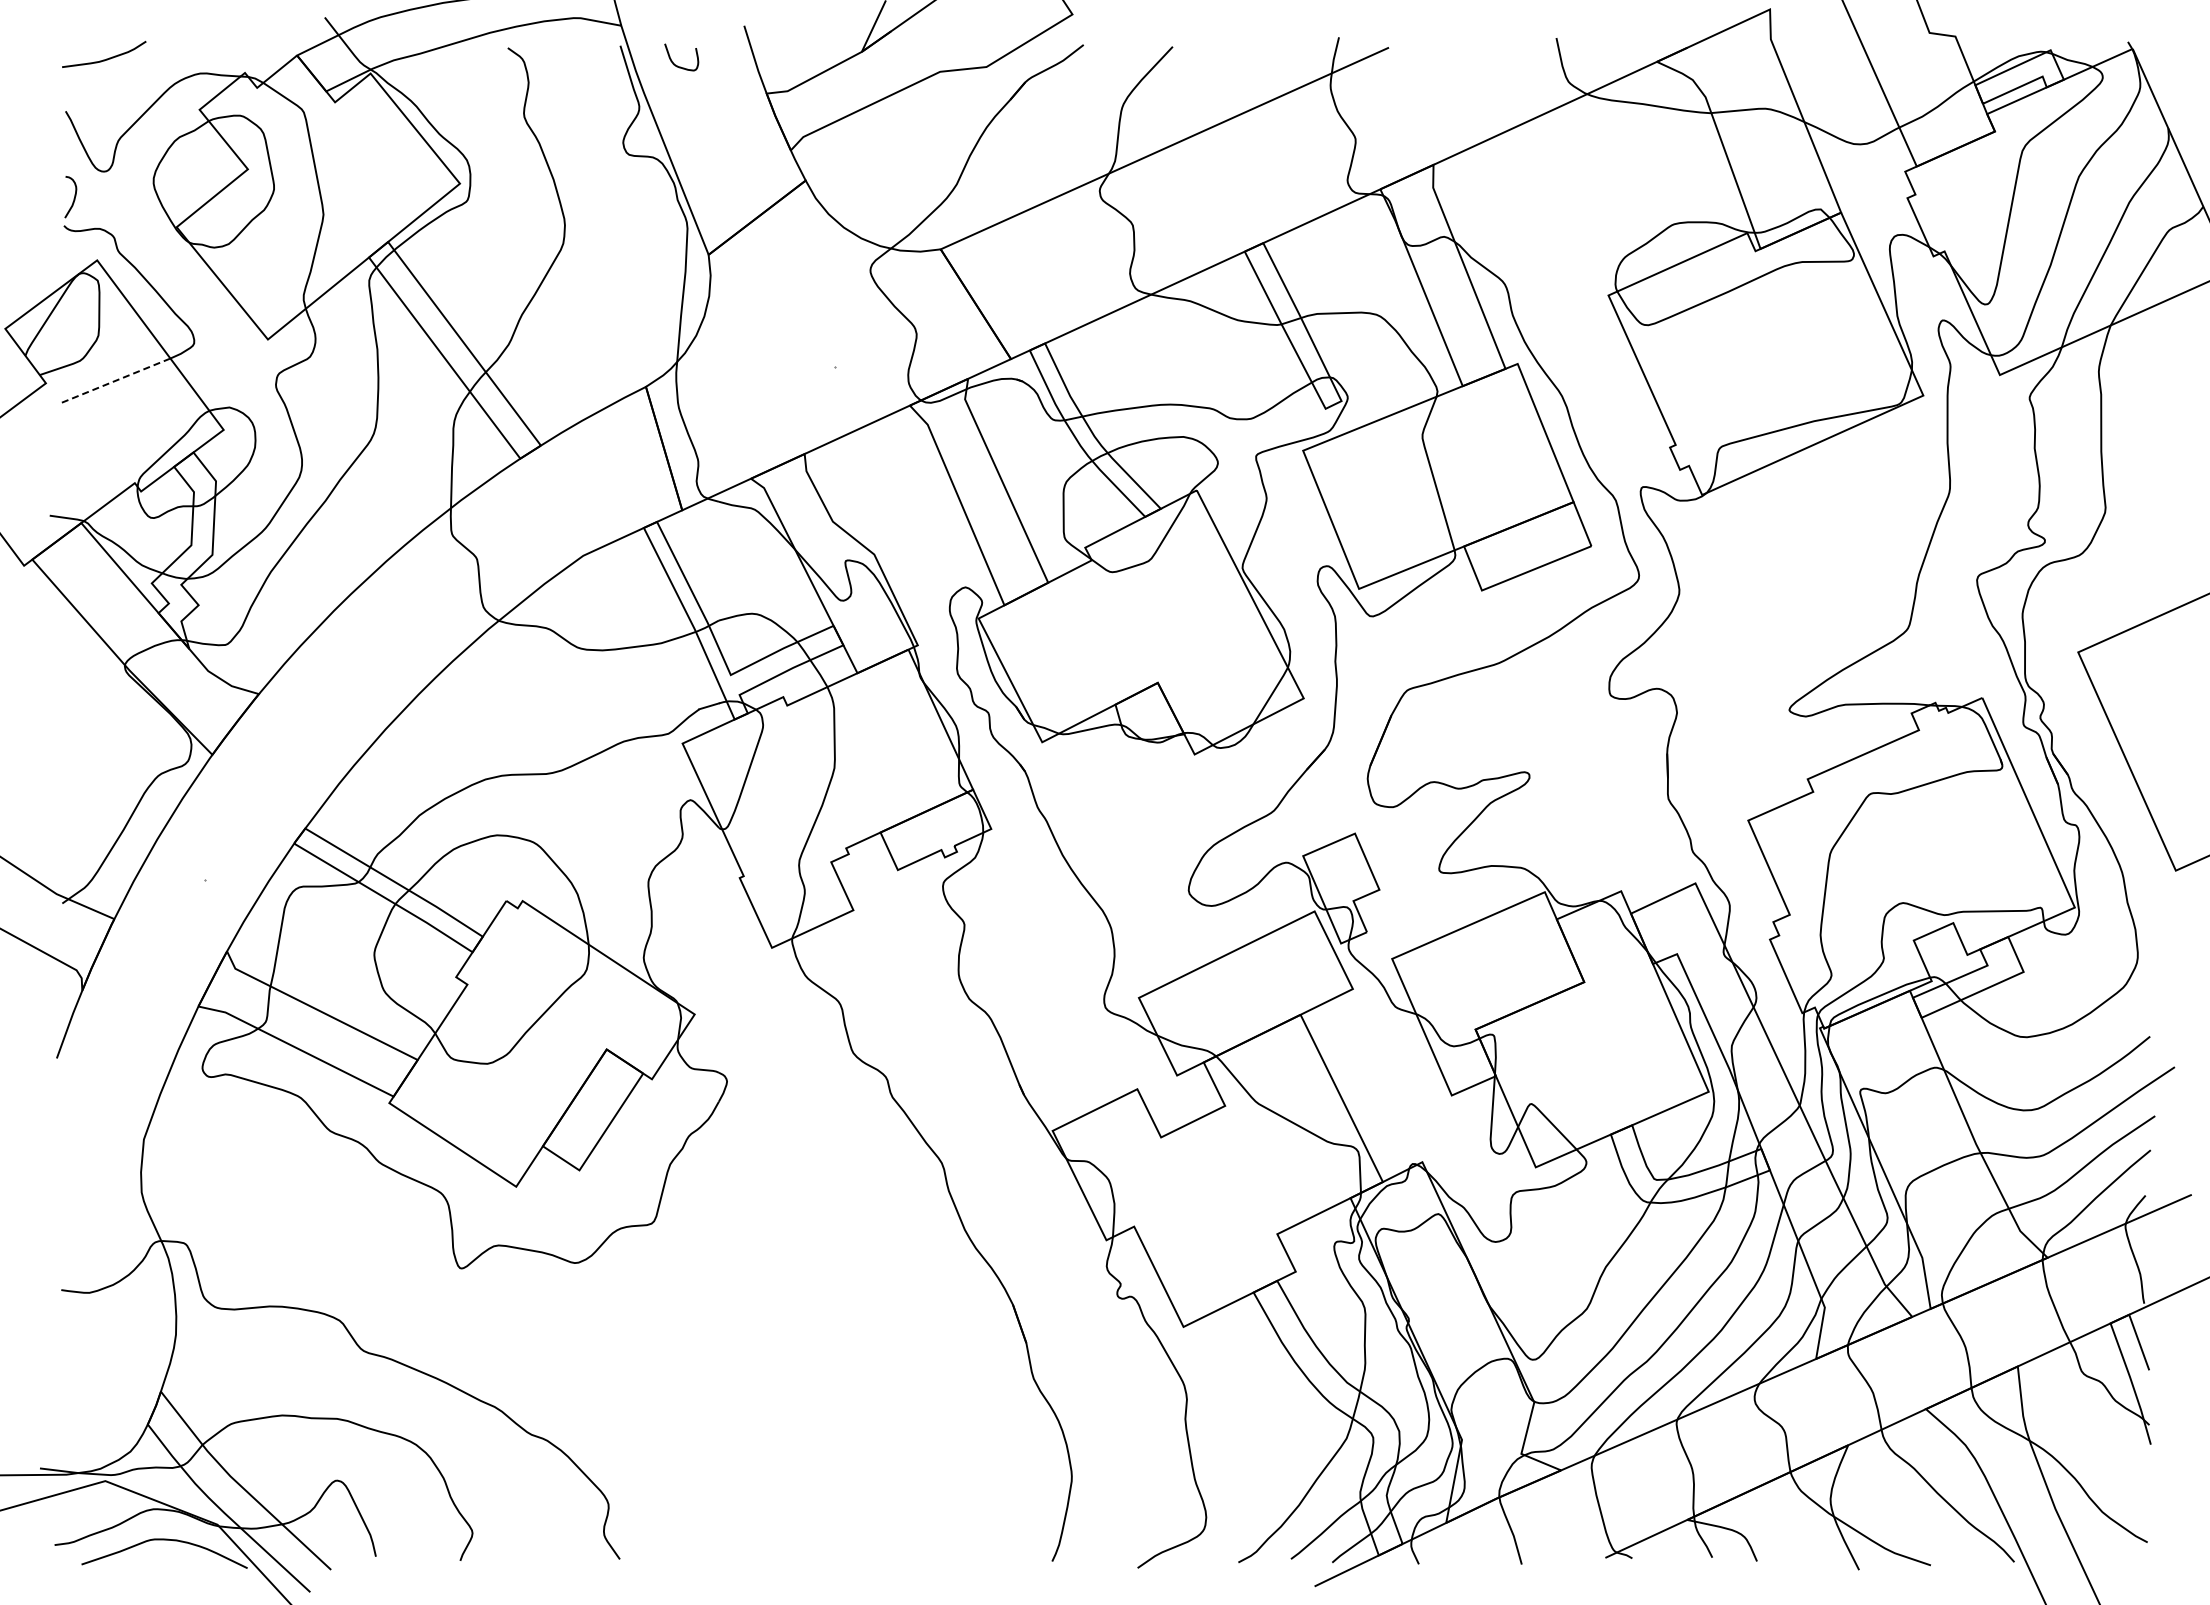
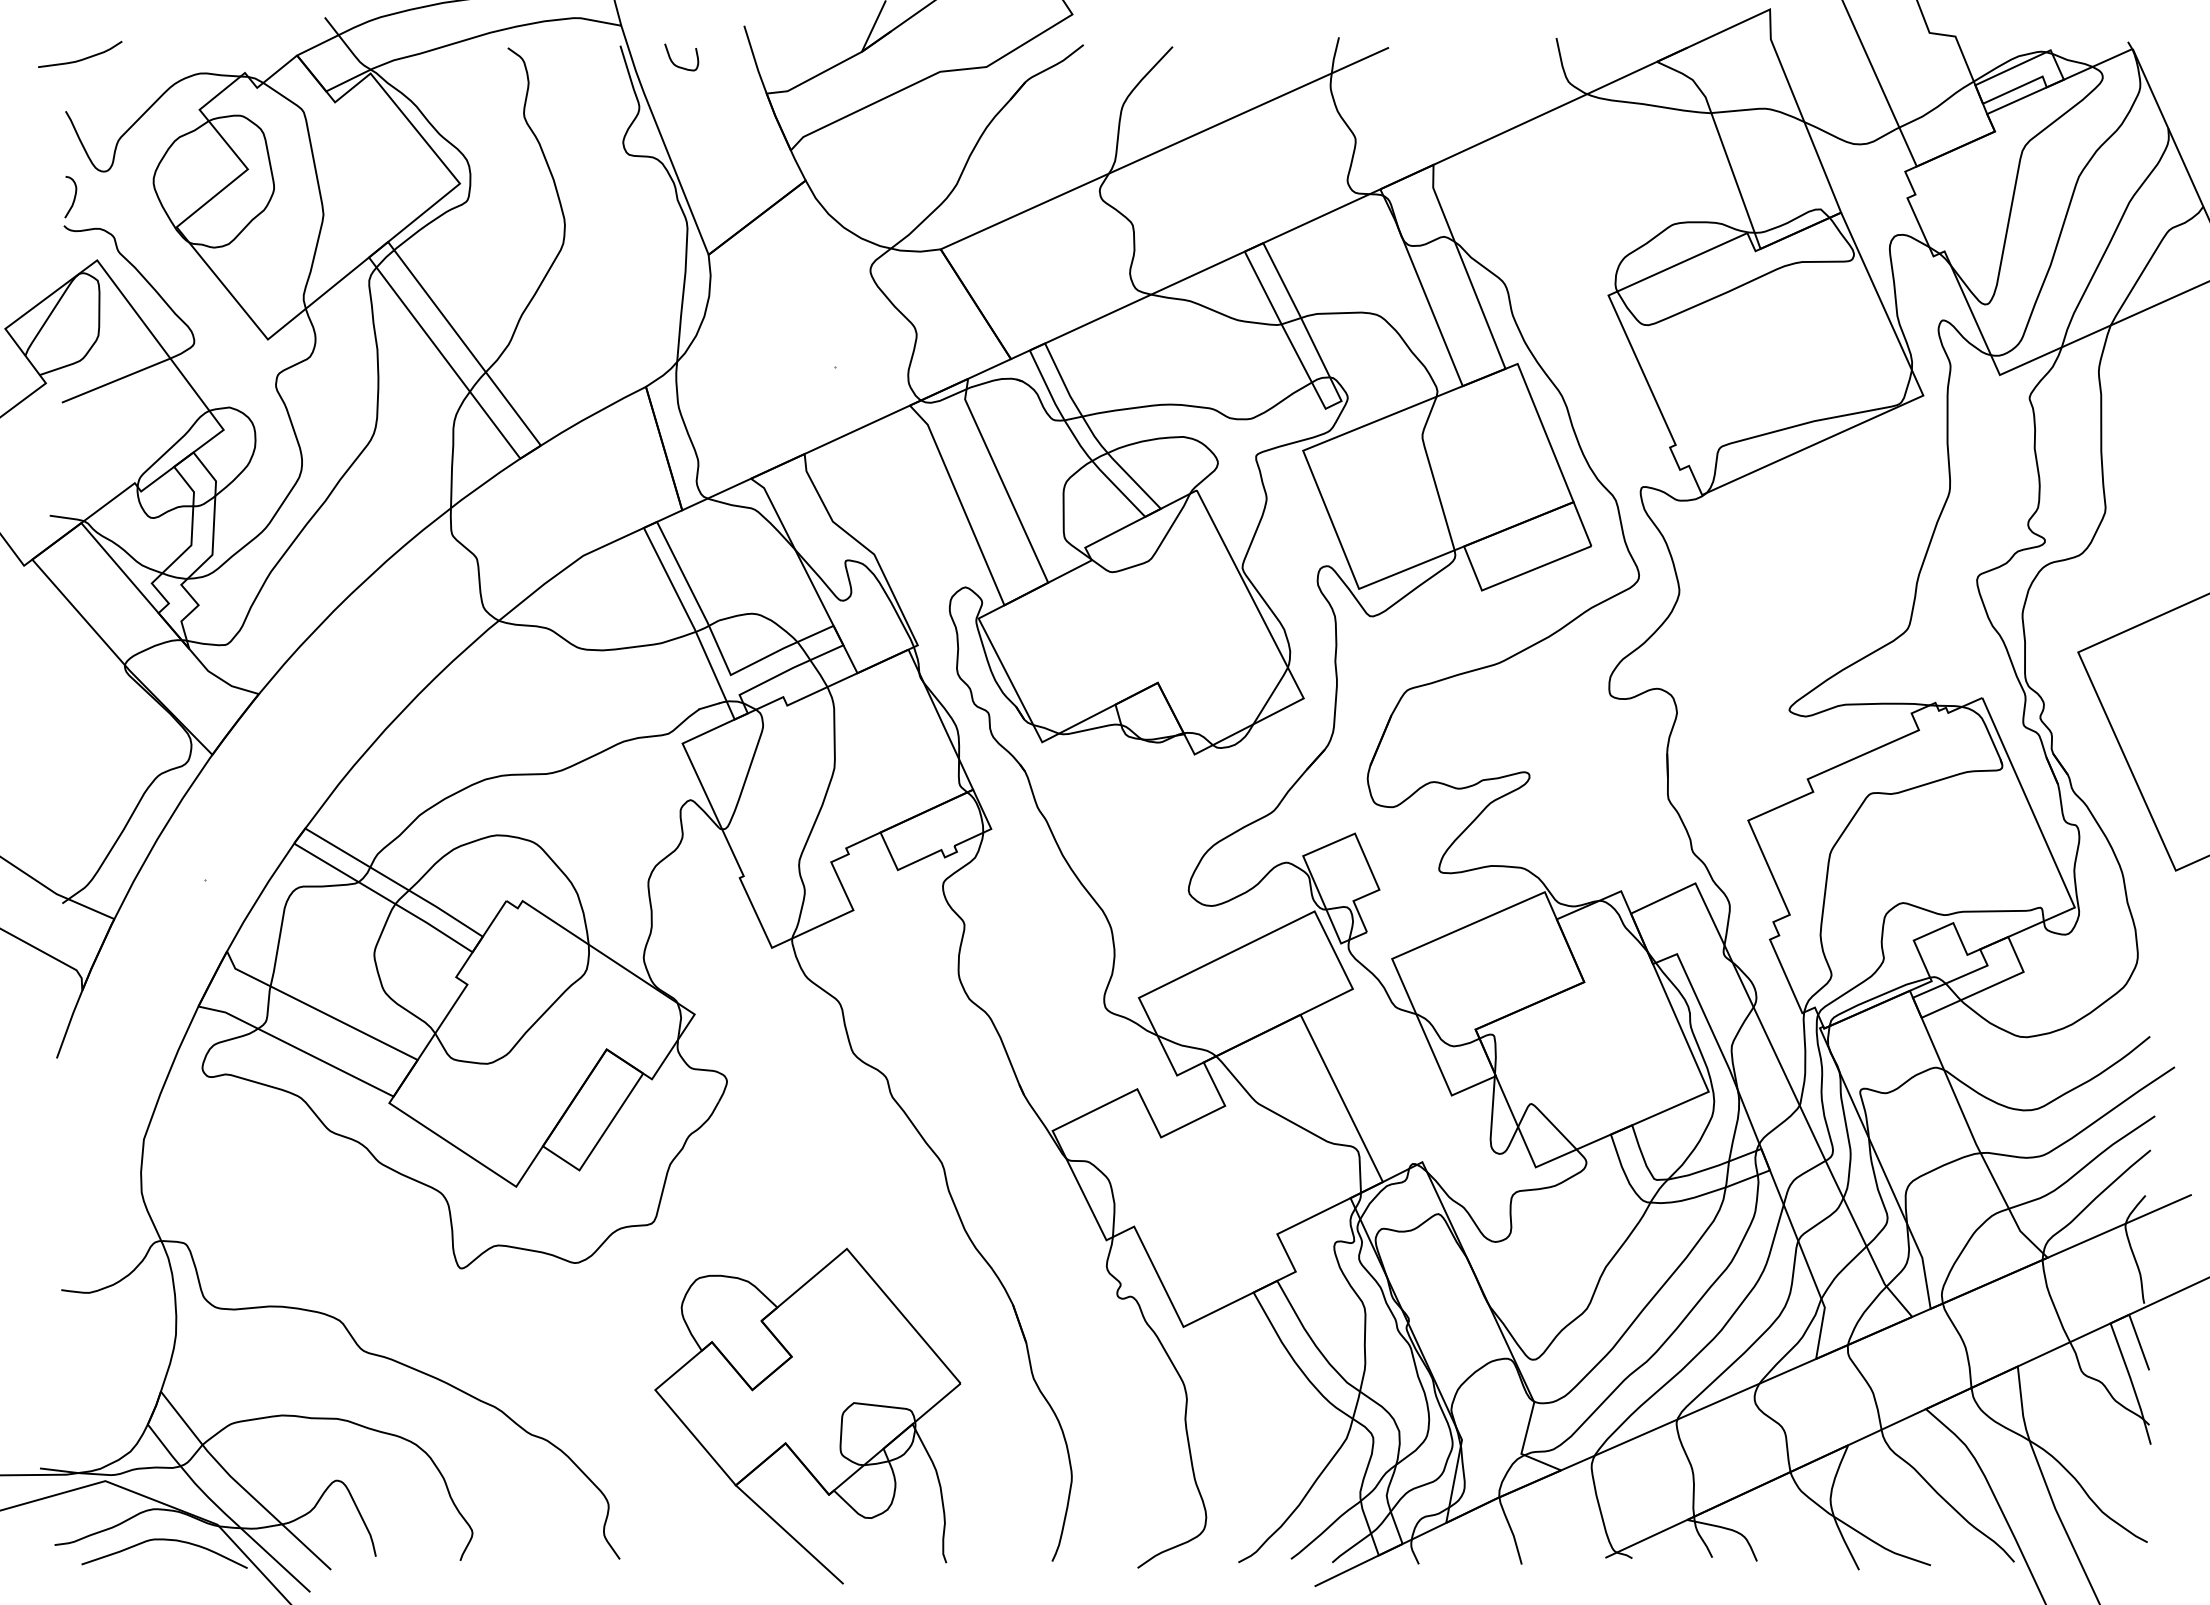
curve at (106, 58) position: (106, 58) -> (82, 58)
line at (116, 380): dashed -> solid
part at (807, 1415): none -> present
